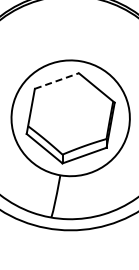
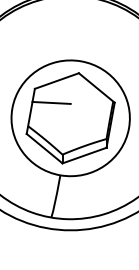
line at (57, 80): dashed -> solid
line at (51, 102): none -> present
